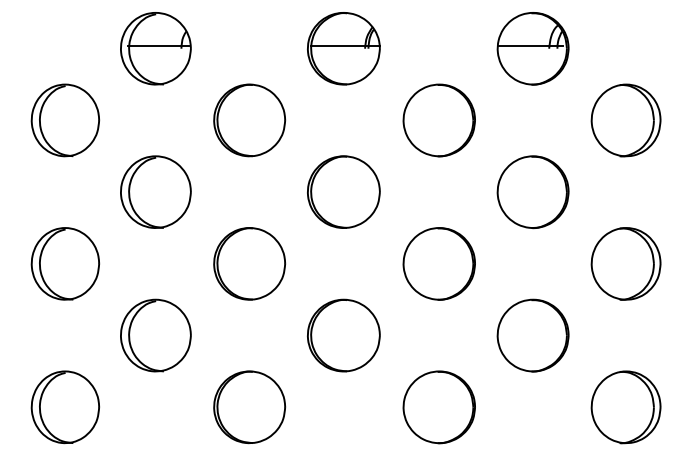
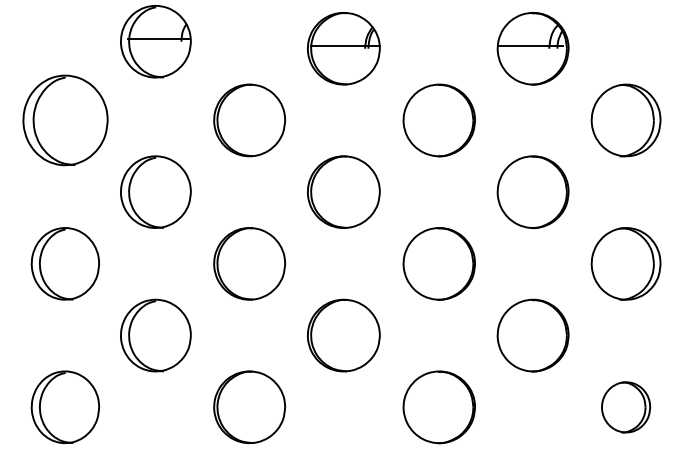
part at (155, 48) position: (155, 48) -> (155, 41)
part at (64, 120) size: 70x75 px -> 87x93 px
part at (625, 407) size: 72x75 px -> 51x53 px
